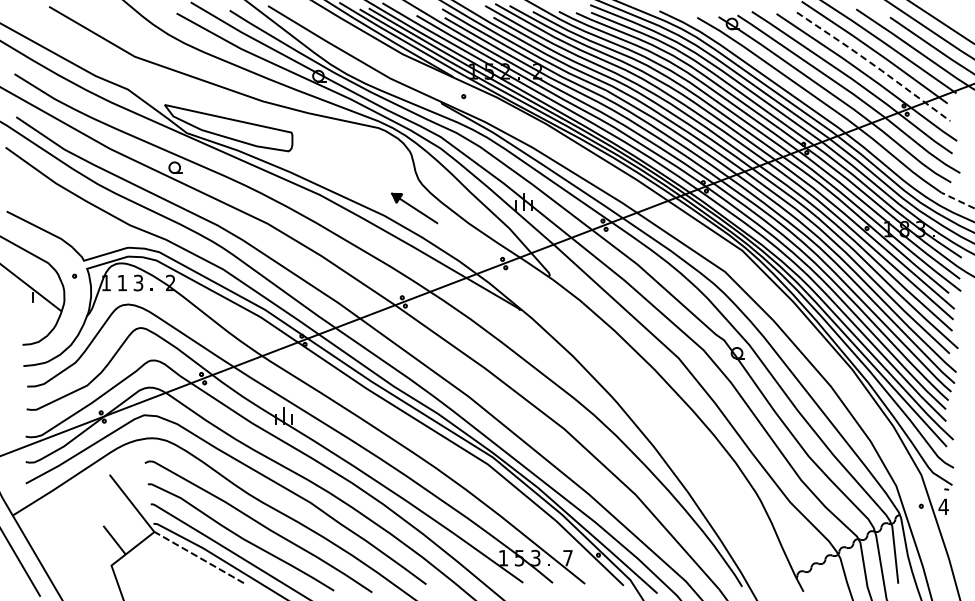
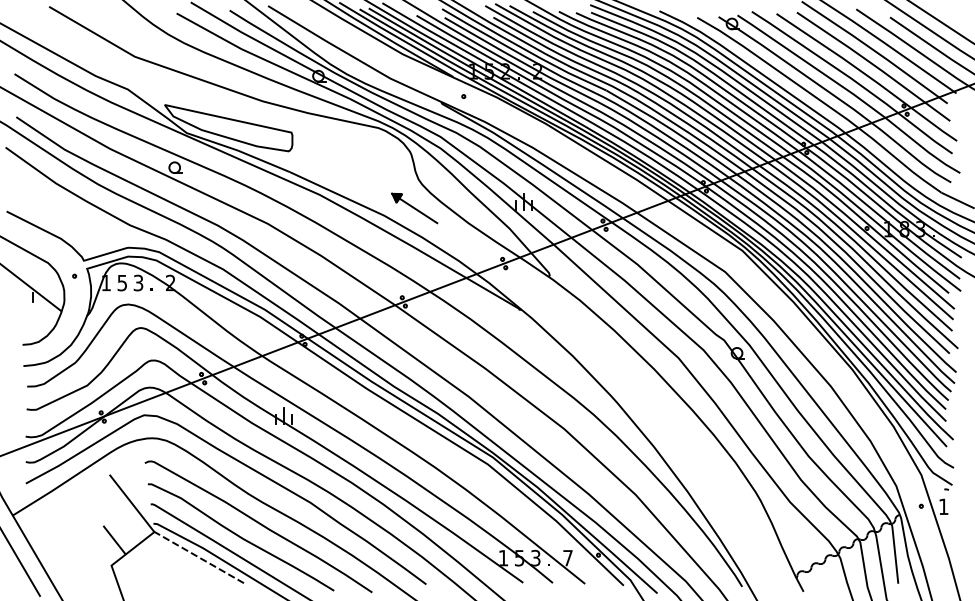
line at (874, 65): dashed -> solid
line at (957, 200): dashed -> solid
text at (121, 283): 1 -> 5
text at (943, 506): 4 -> 1
